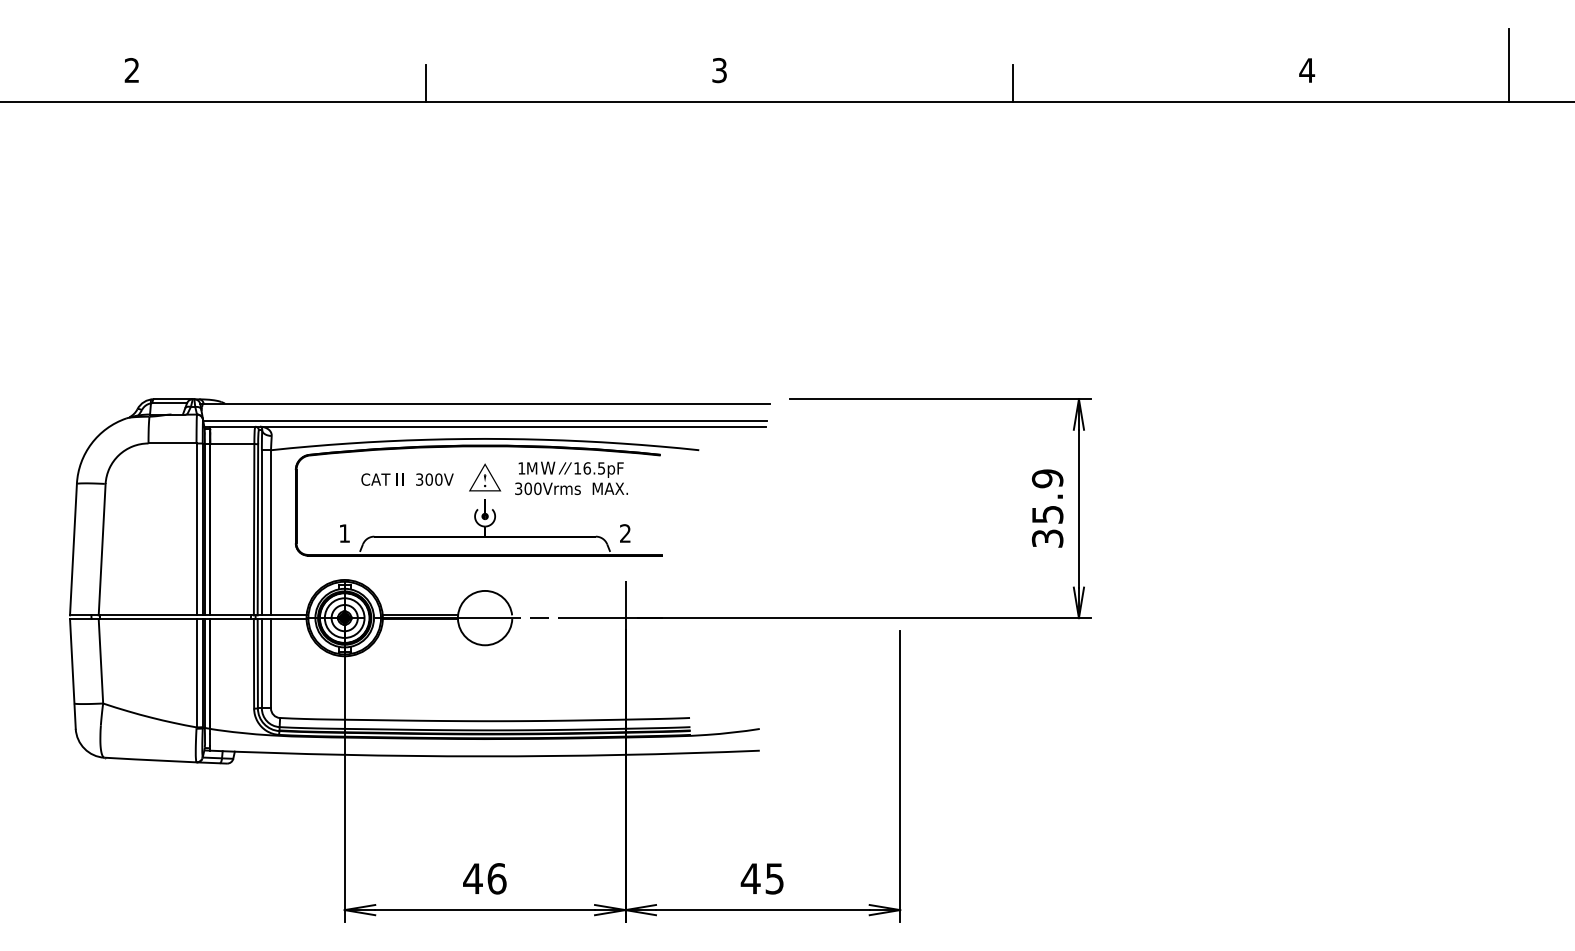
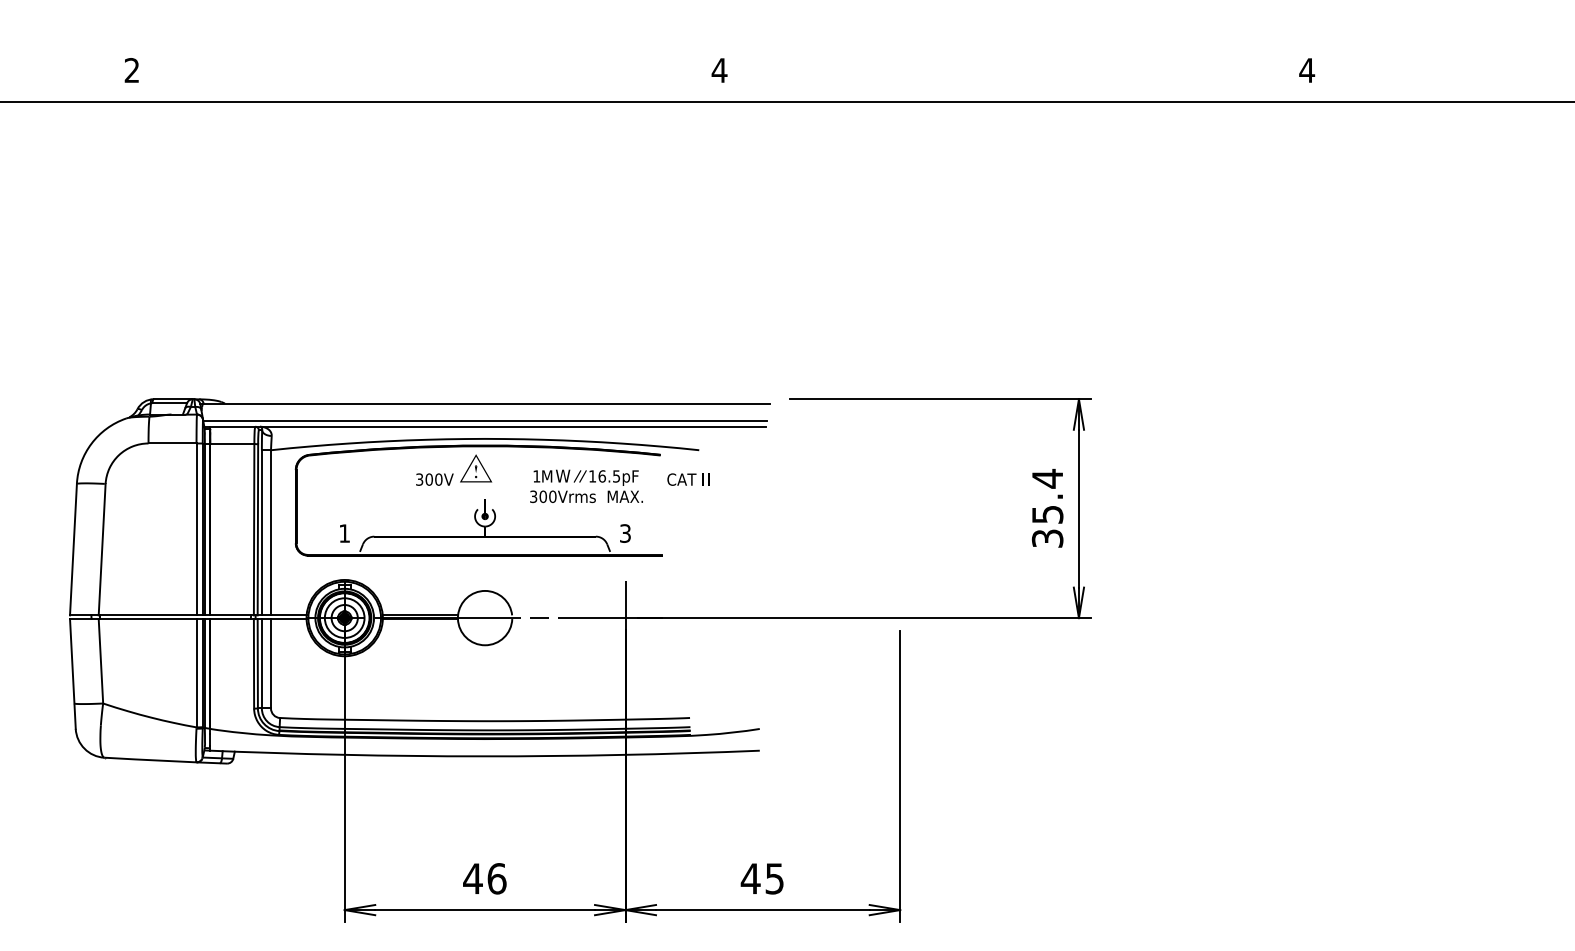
line at (1509, 64): present -> none
text at (719, 70): 3 -> 4
line at (425, 83): present -> none
line at (1013, 83): present -> none
part at (485, 477) position: (485, 477) -> (476, 468)
text at (571, 478) position: (571, 478) -> (586, 486)
text at (1047, 478): 35.9 -> 35.4
text at (382, 479) position: (382, 479) -> (688, 479)
text at (625, 533): 2 -> 3
